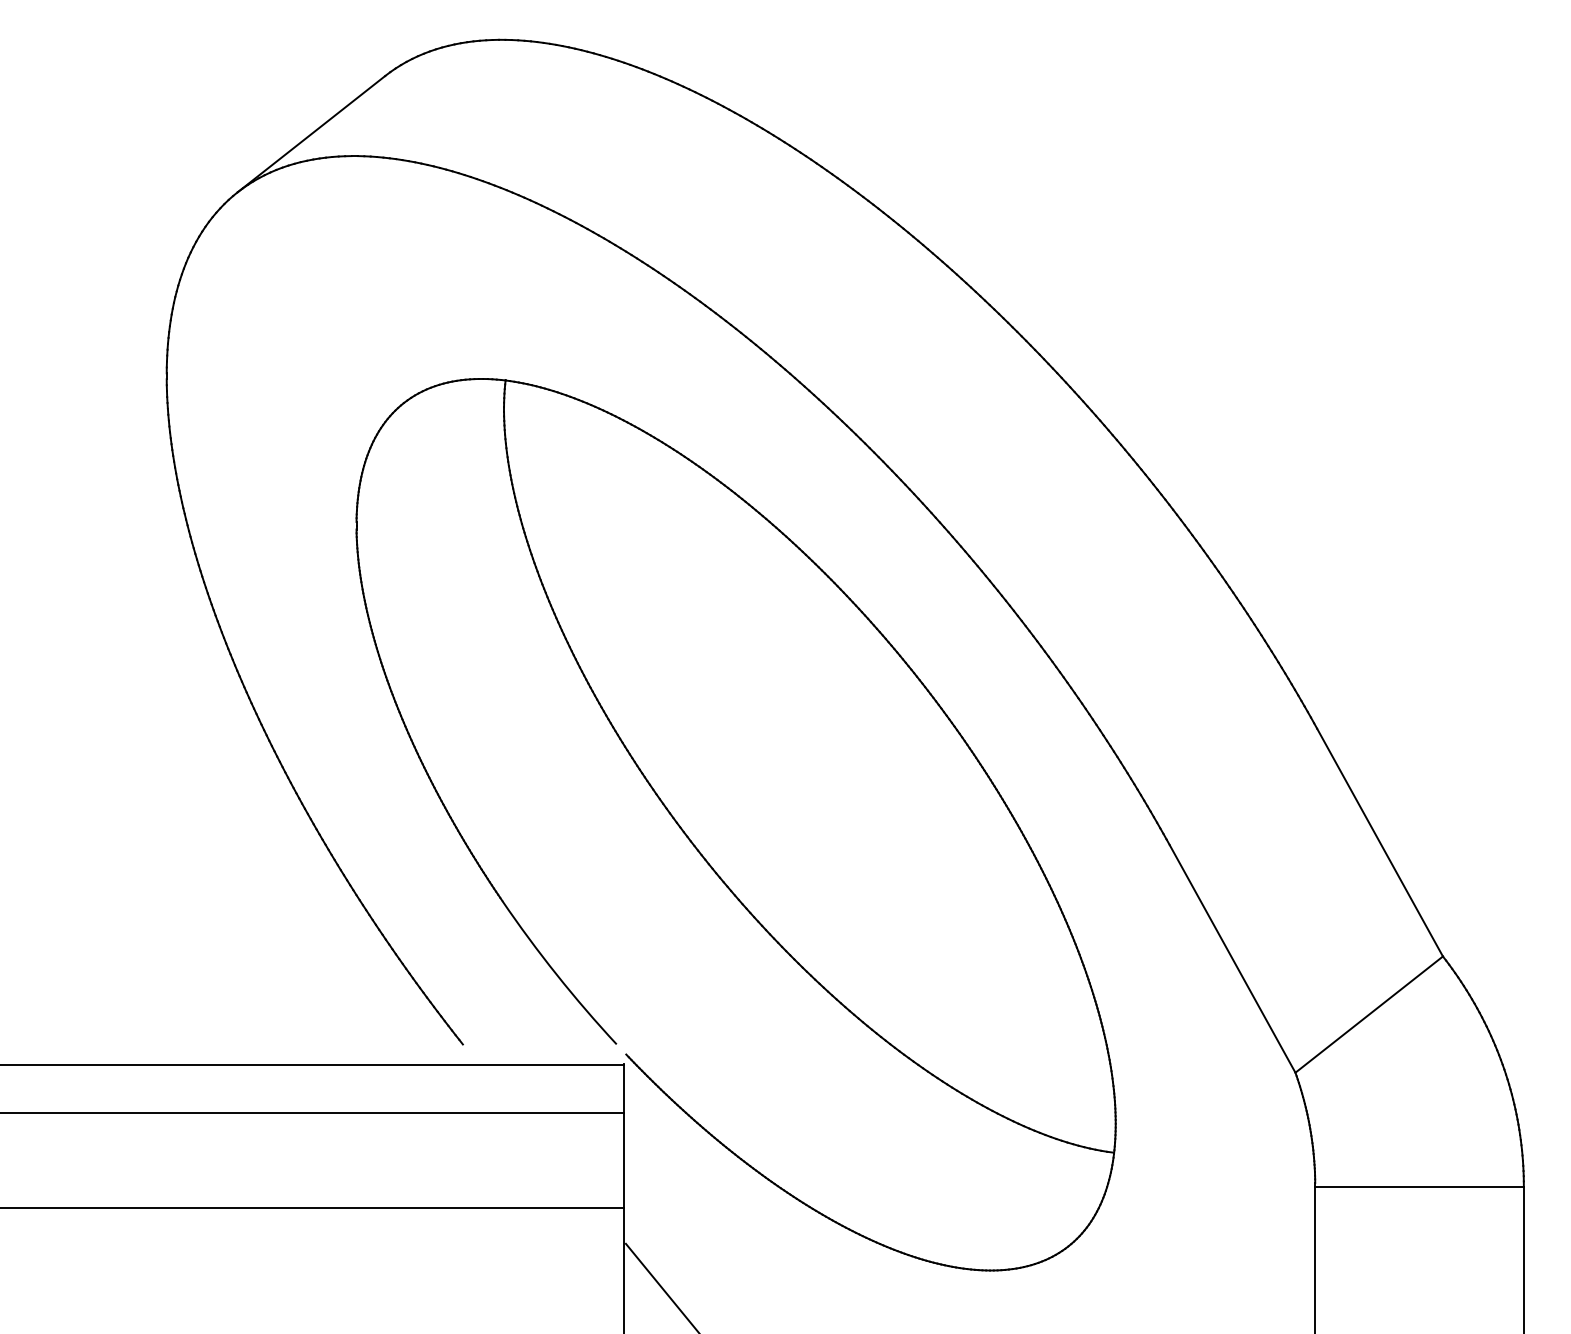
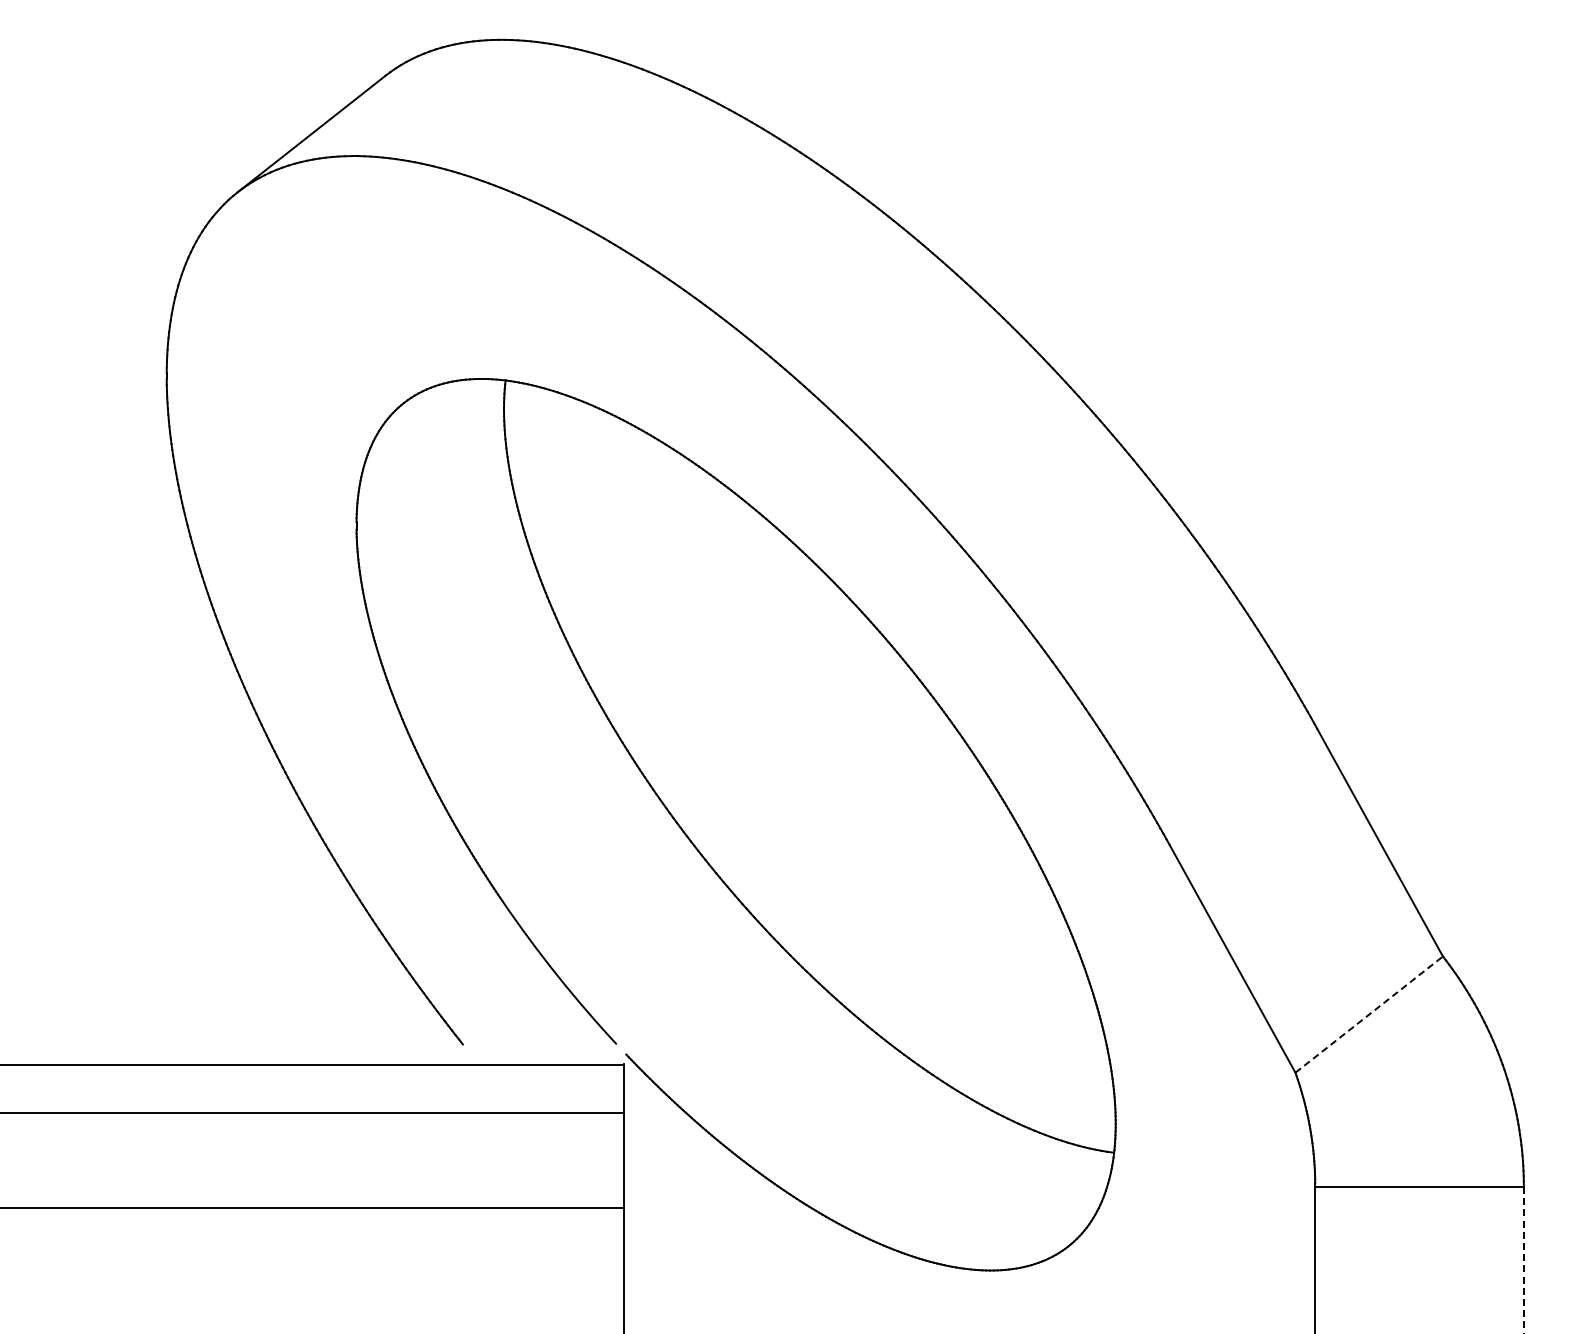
line at (1369, 1014): solid -> dashed
line at (1523, 1259): solid -> dashed
line at (661, 1286): present -> none
